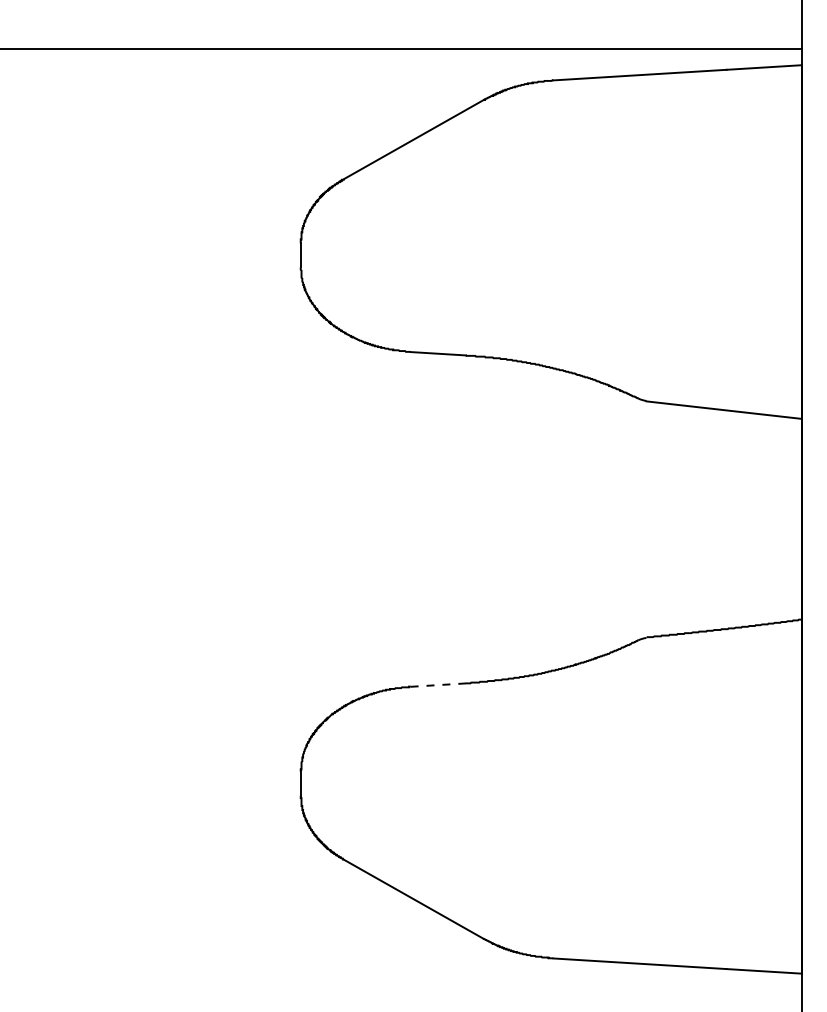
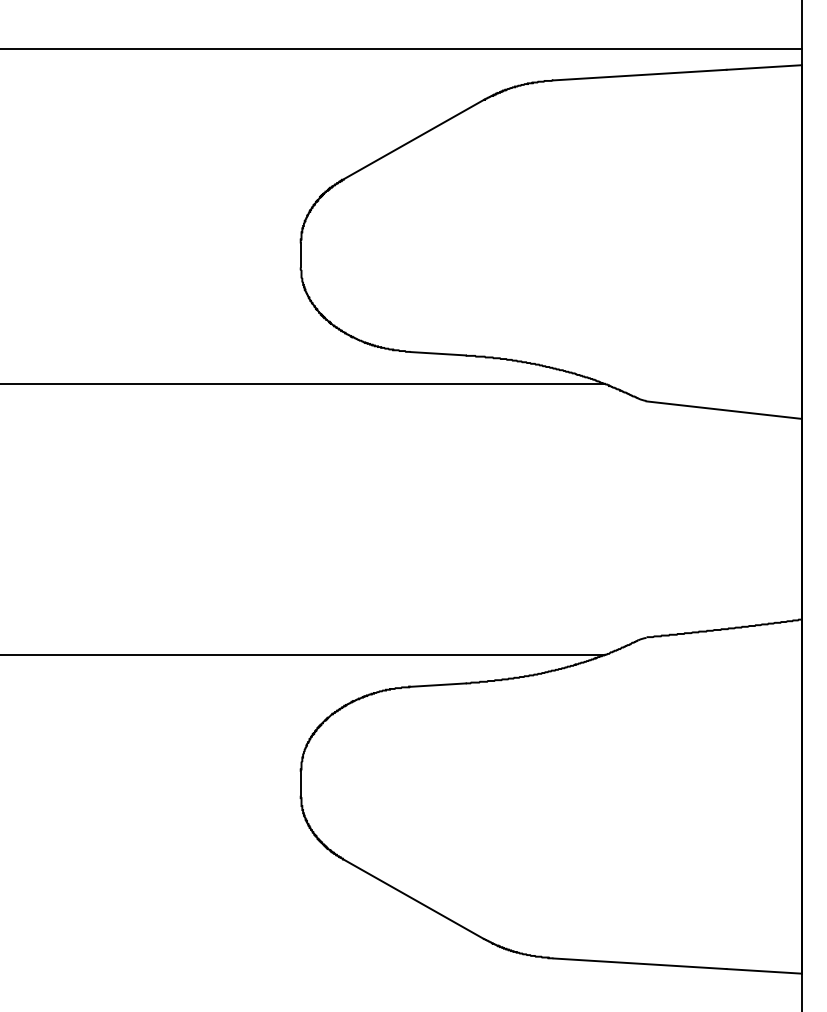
line at (303, 383): none -> present
line at (303, 654): none -> present
line at (438, 685): dashed -> solid
